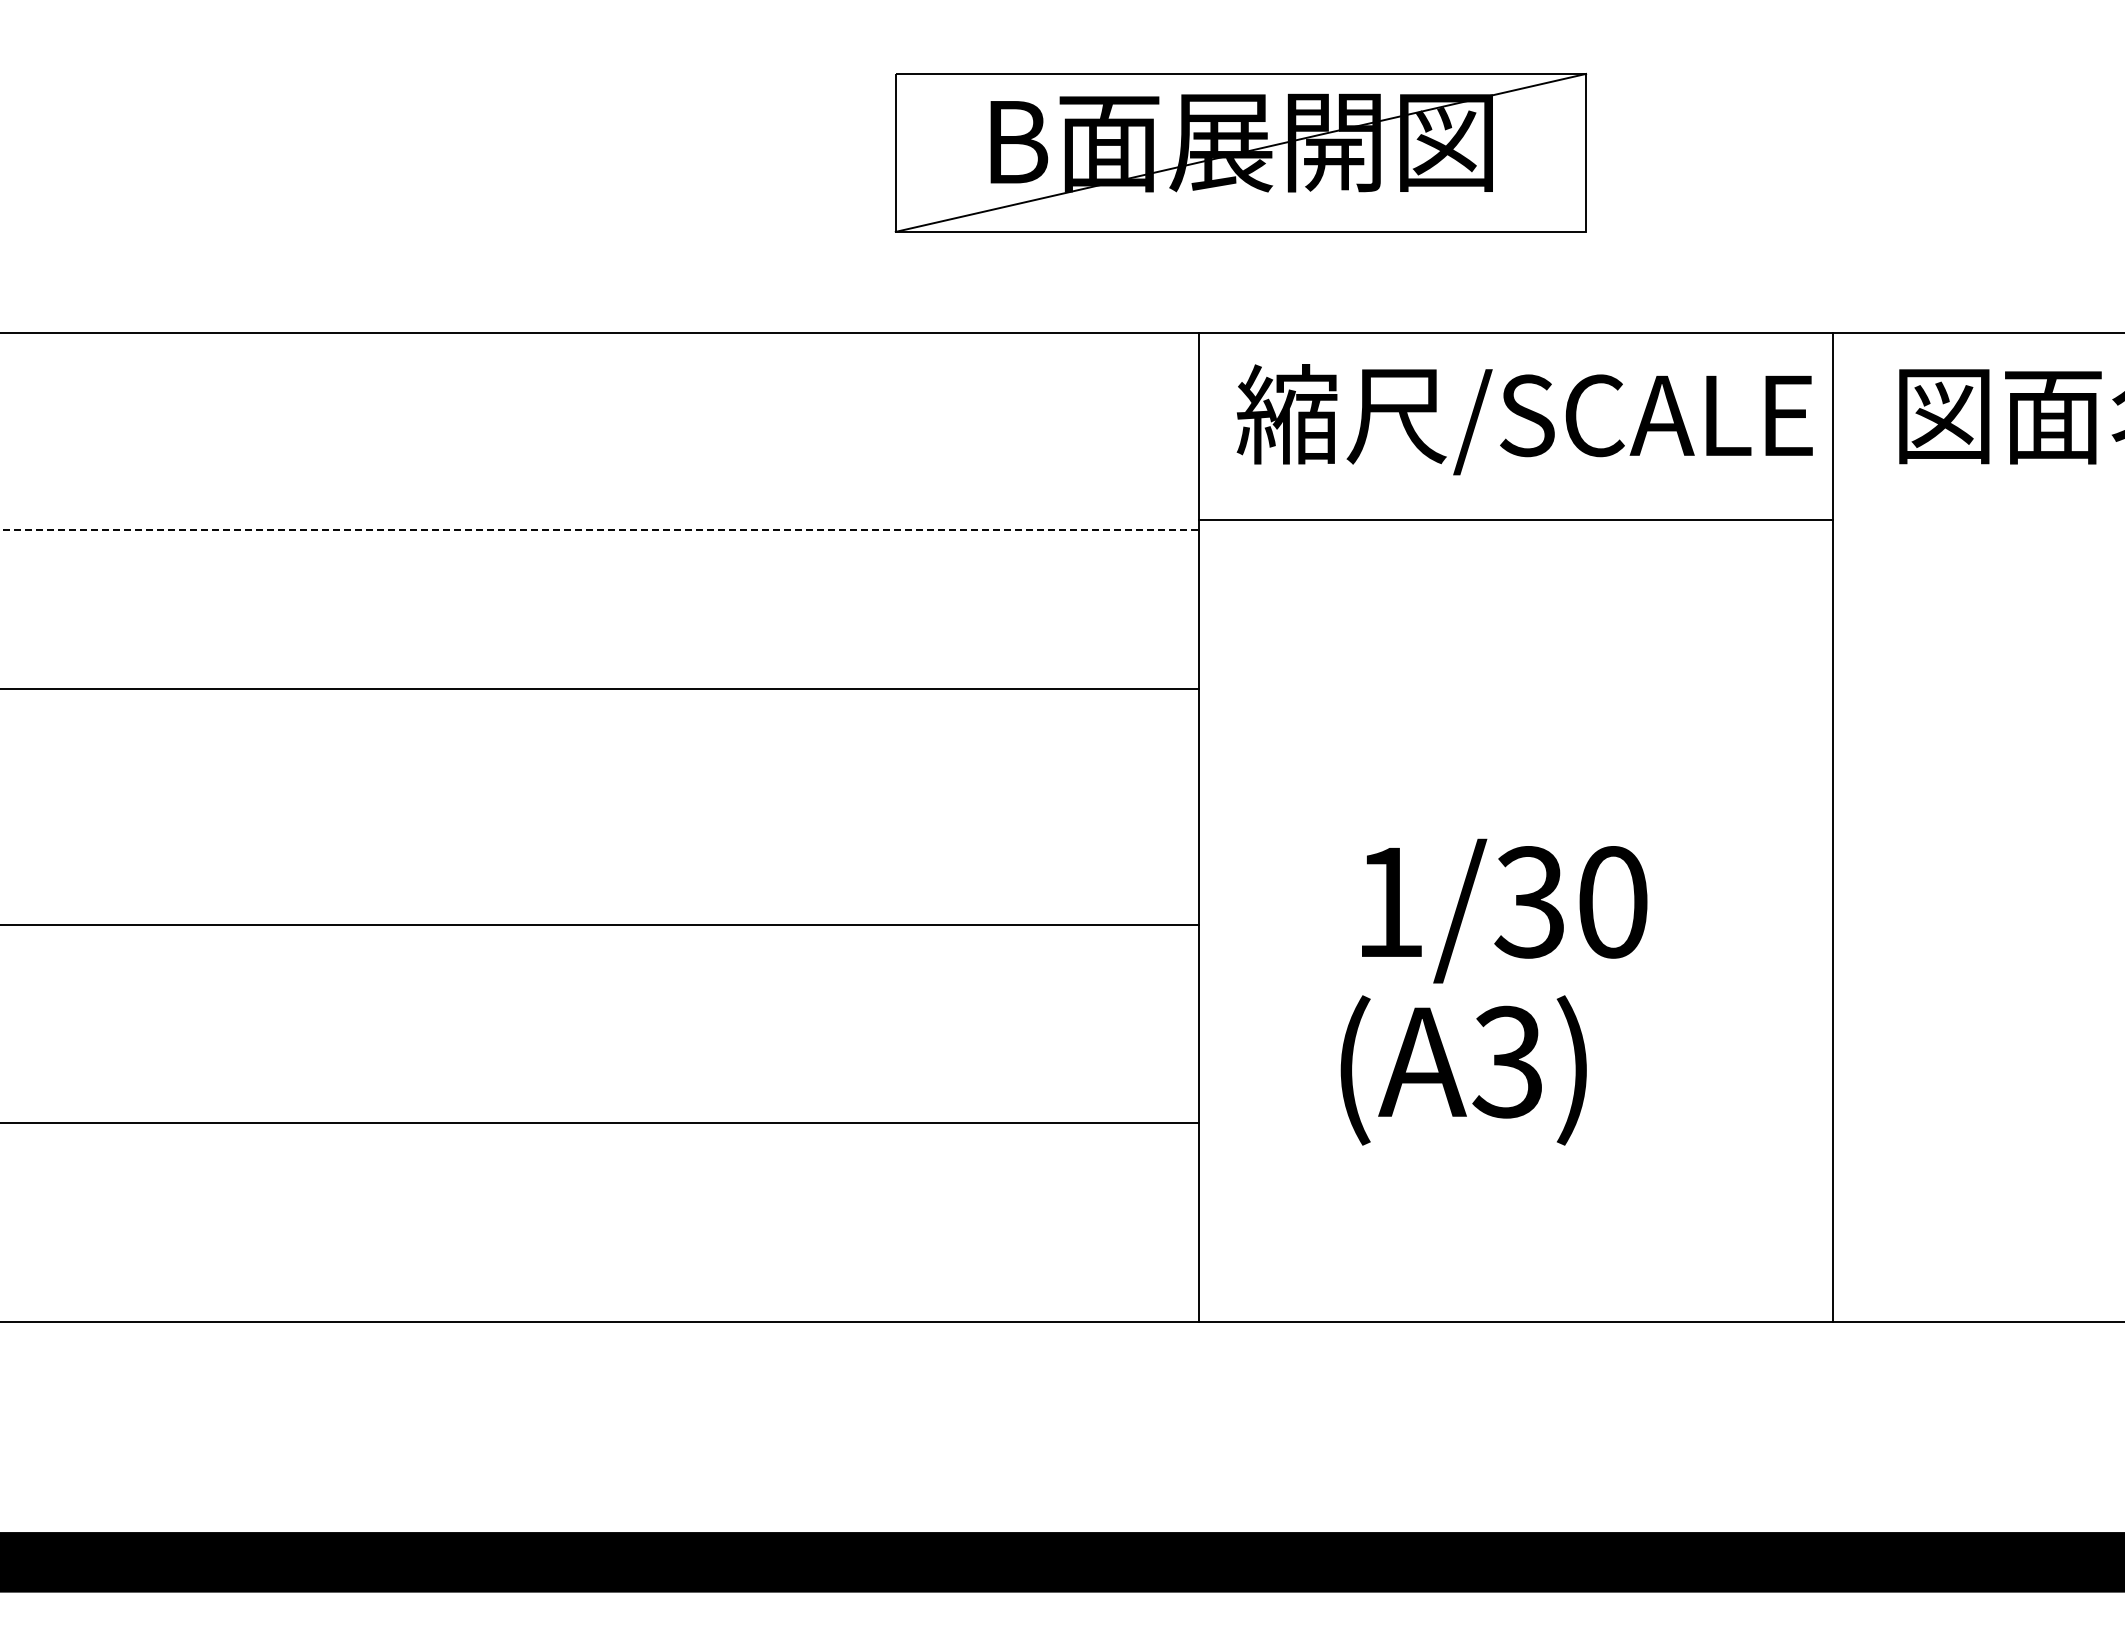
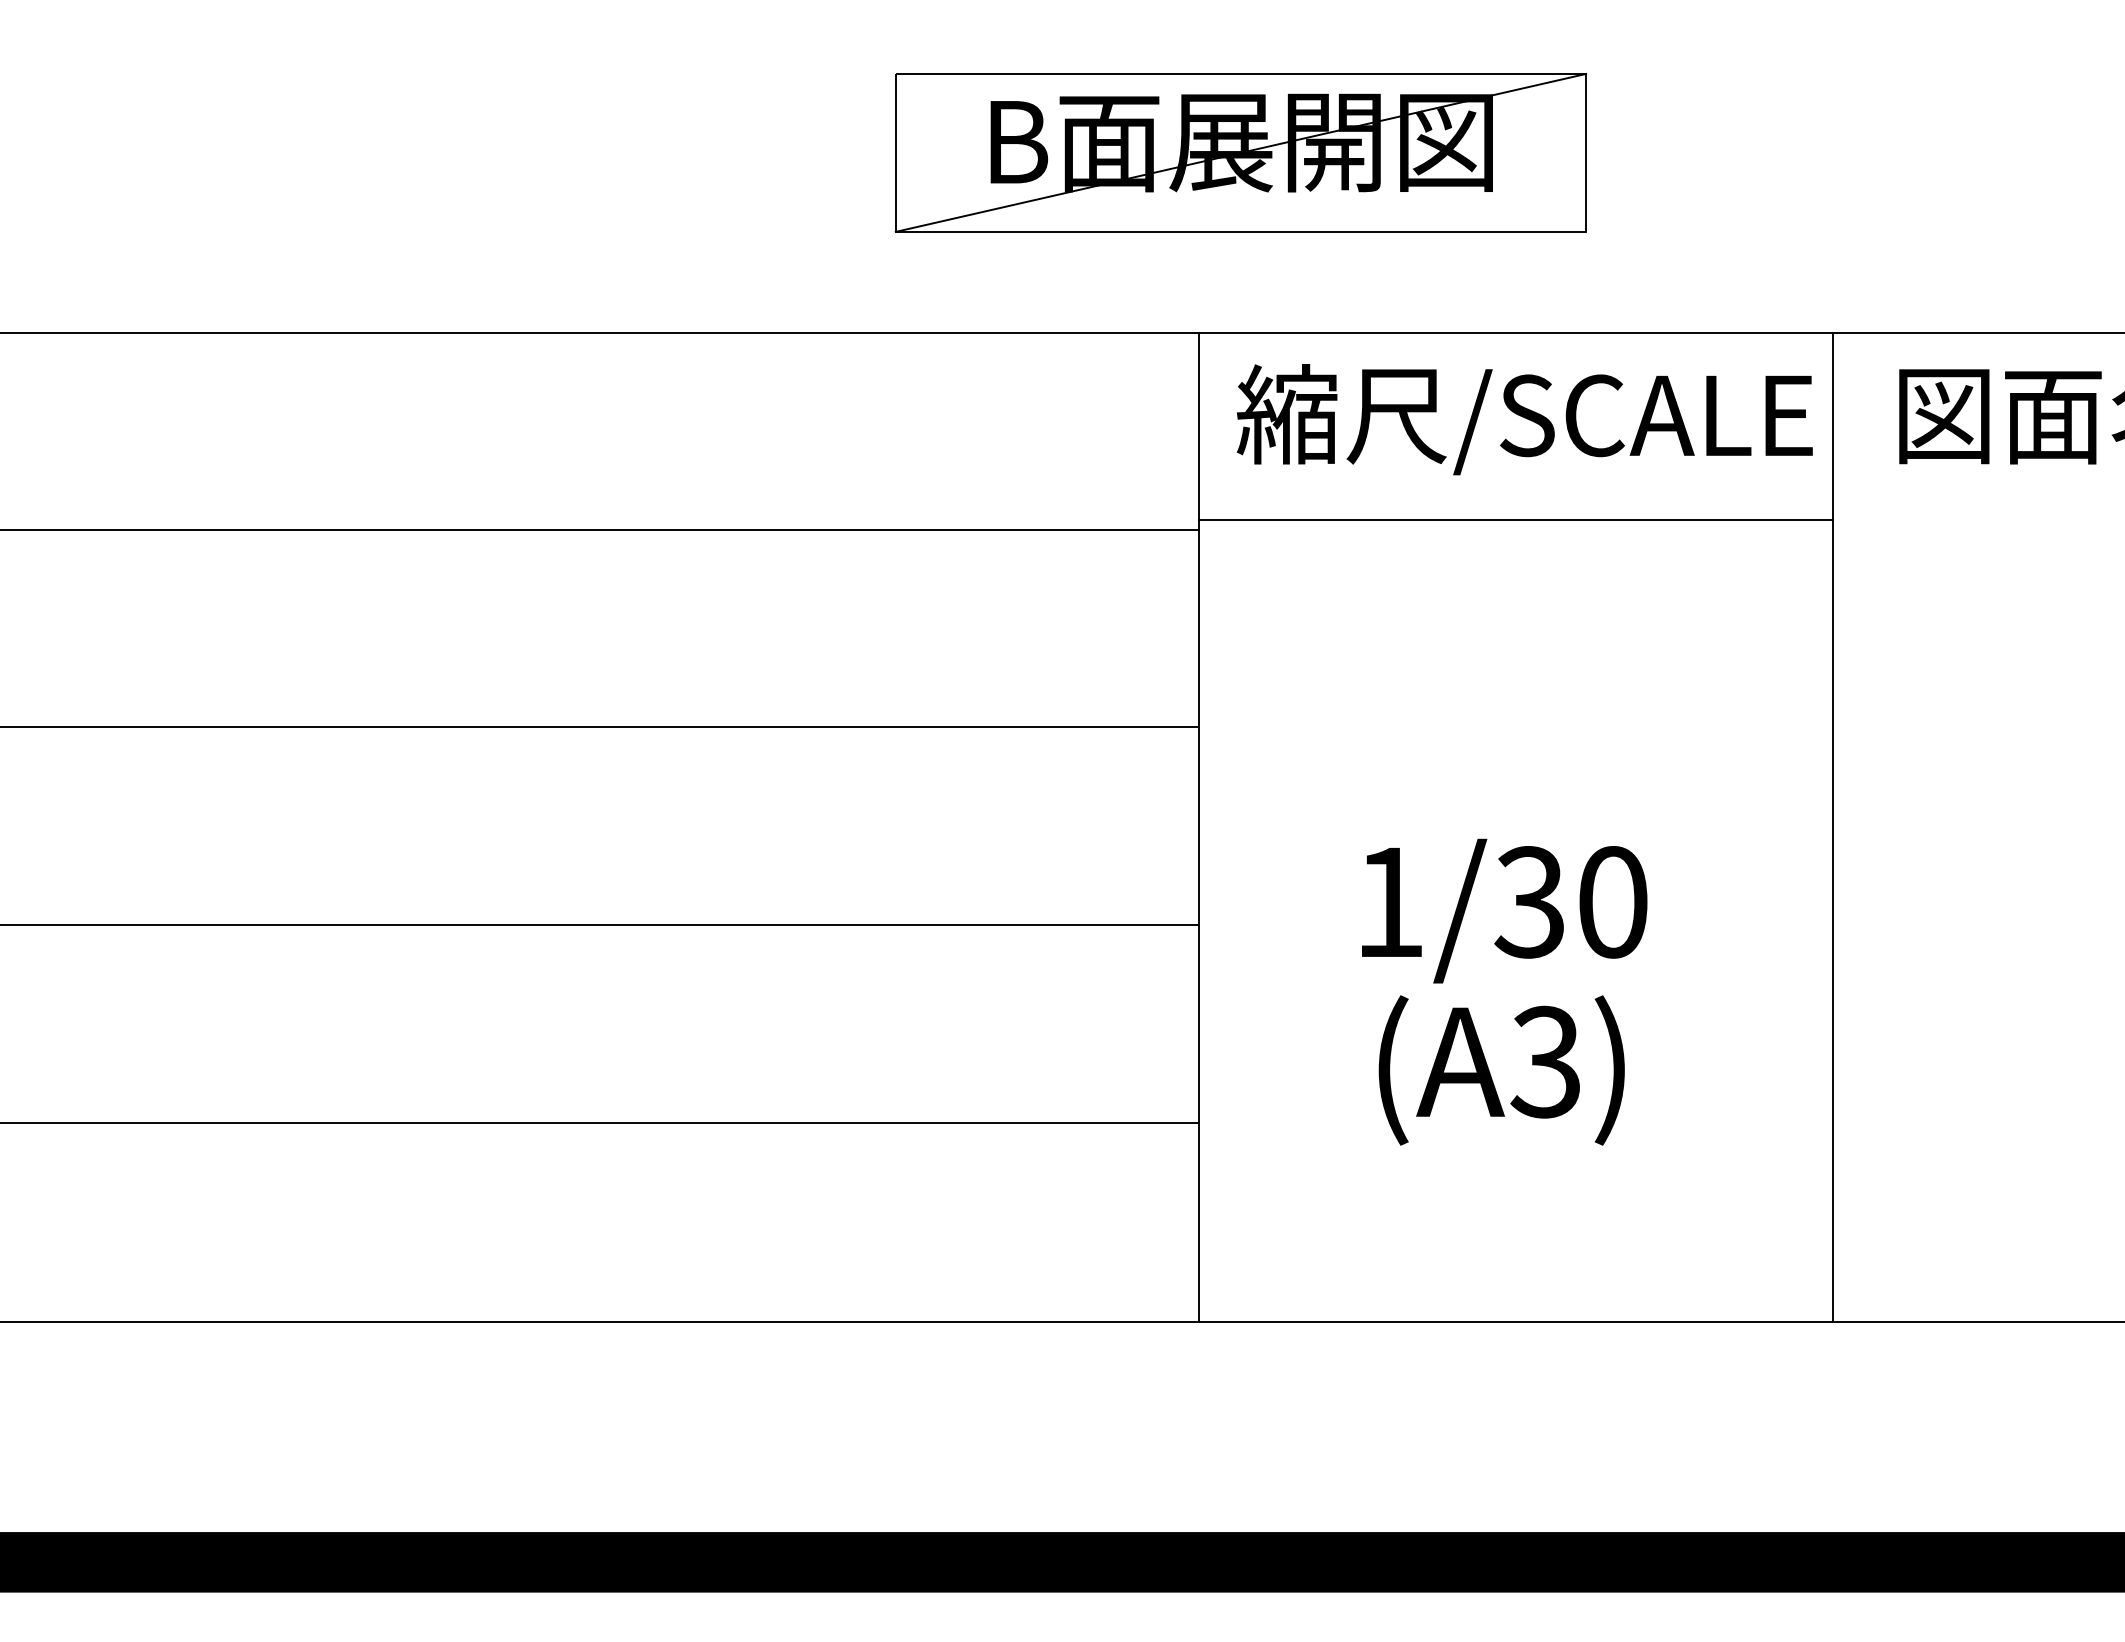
line at (599, 530): dashed -> solid
line at (600, 689) position: (600, 689) -> (600, 727)
text at (1463, 1070) position: (1463, 1070) -> (1501, 1070)
